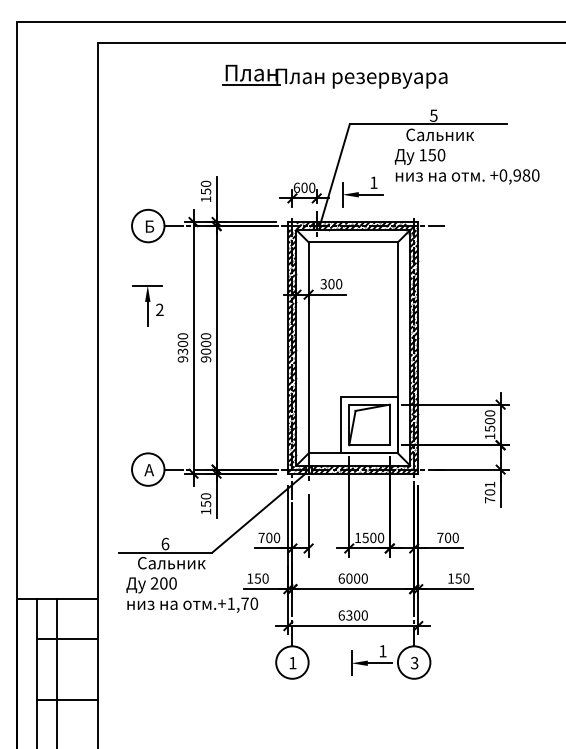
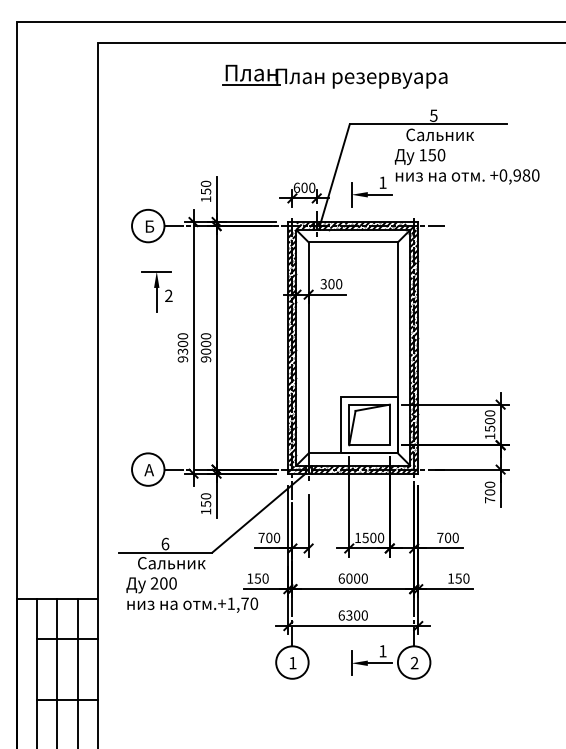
part at (362, 191) position: (362, 191) -> (371, 191)
part at (147, 305) position: (147, 305) -> (156, 291)
text at (489, 484): 701 -> 700
text at (414, 663): 3 -> 2
line at (77, 671): none -> present
